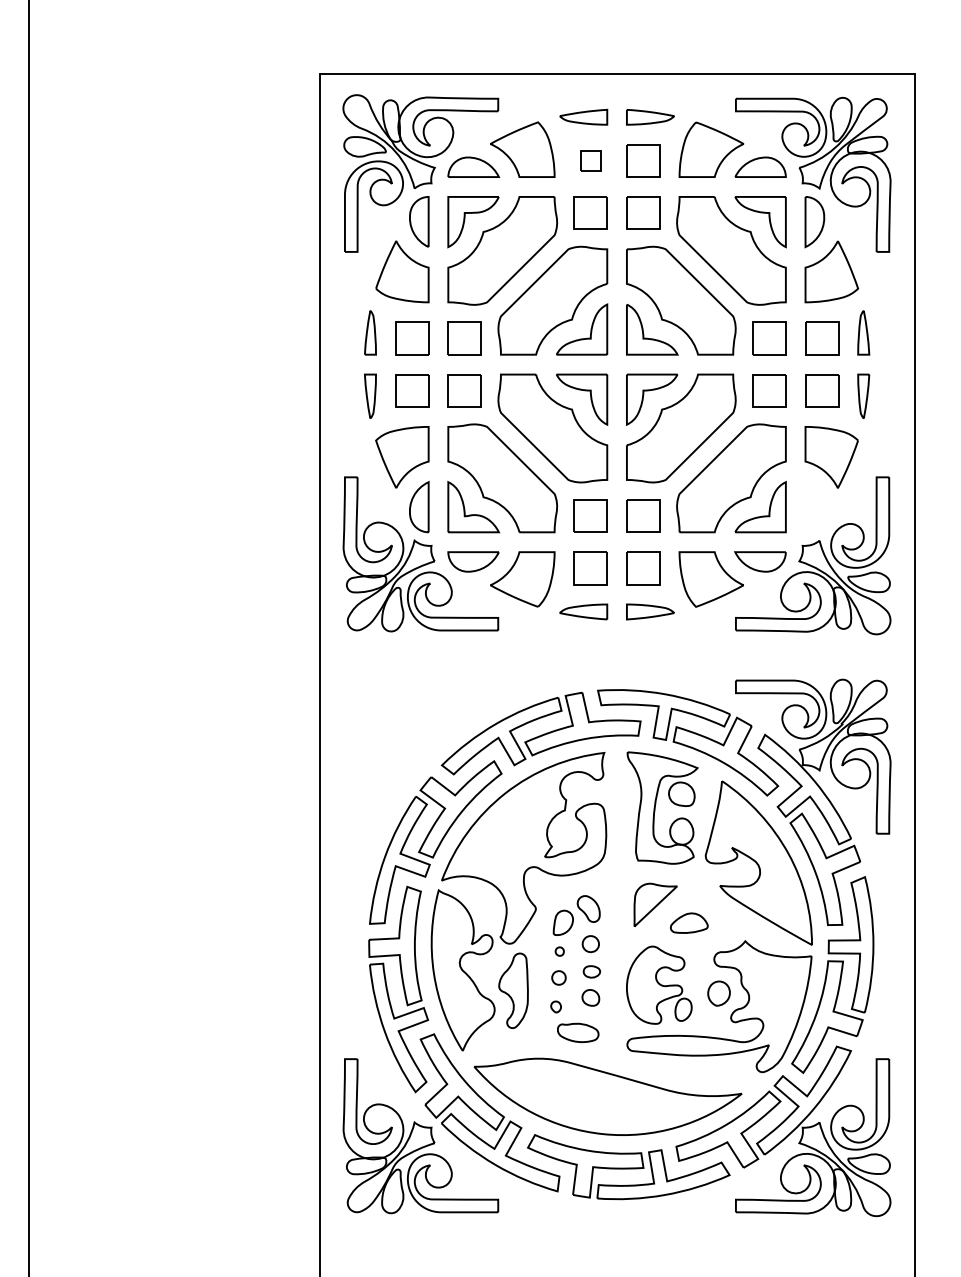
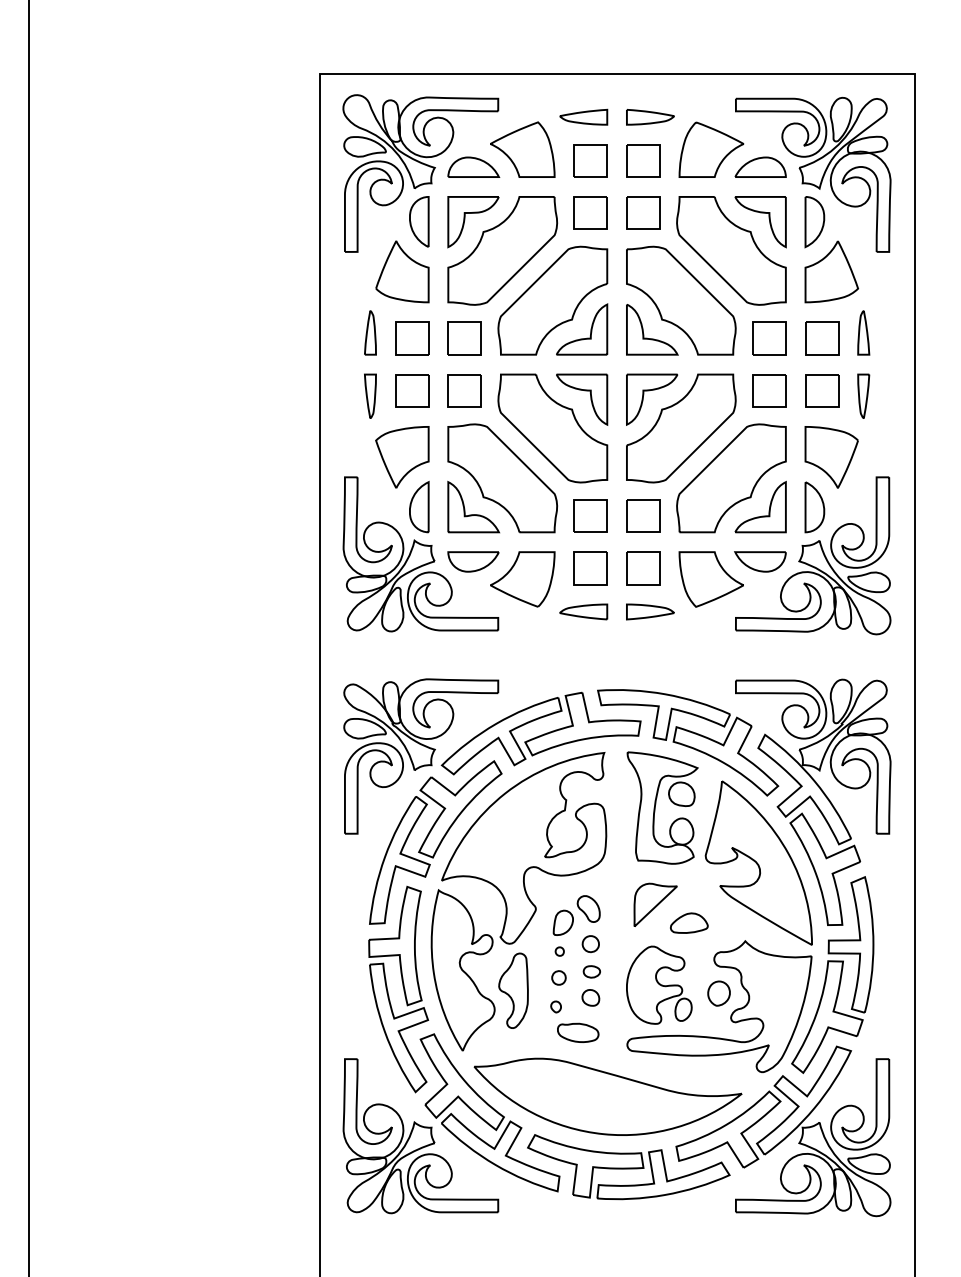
part at (590, 160) size: 22x22 px -> 35x34 px
part at (814, 507): none -> present
part at (421, 756): none -> present
